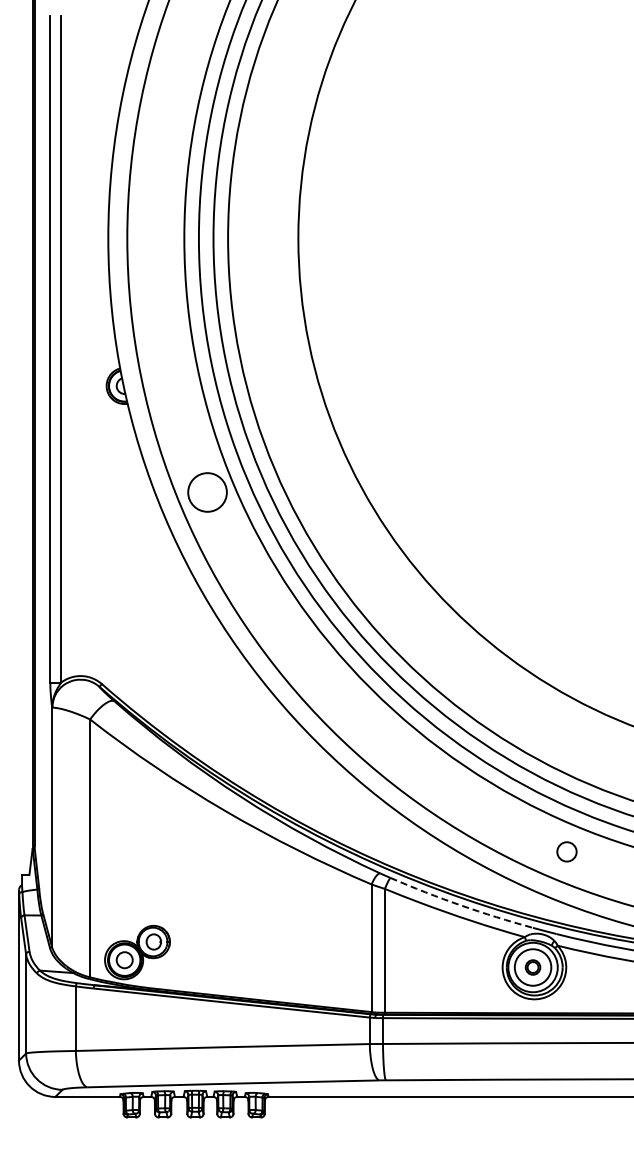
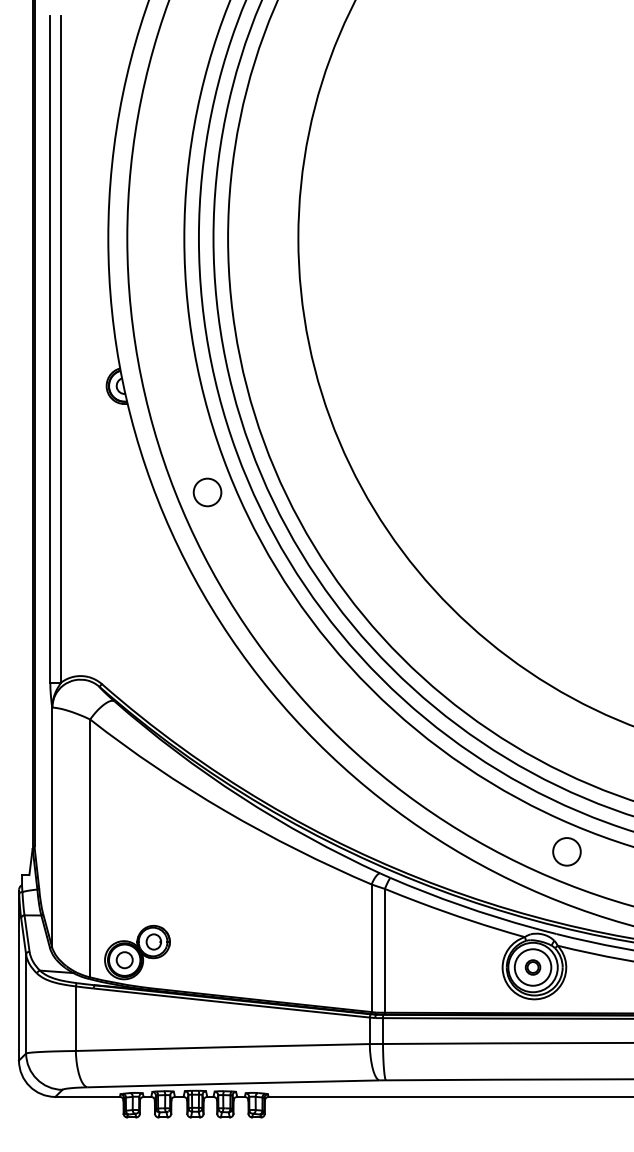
circle at (207, 492) diameter: 39 px -> 28 px
circle at (566, 851) size: 22x22 px -> 30x30 px
arc at (460, 905): dashed -> solid
